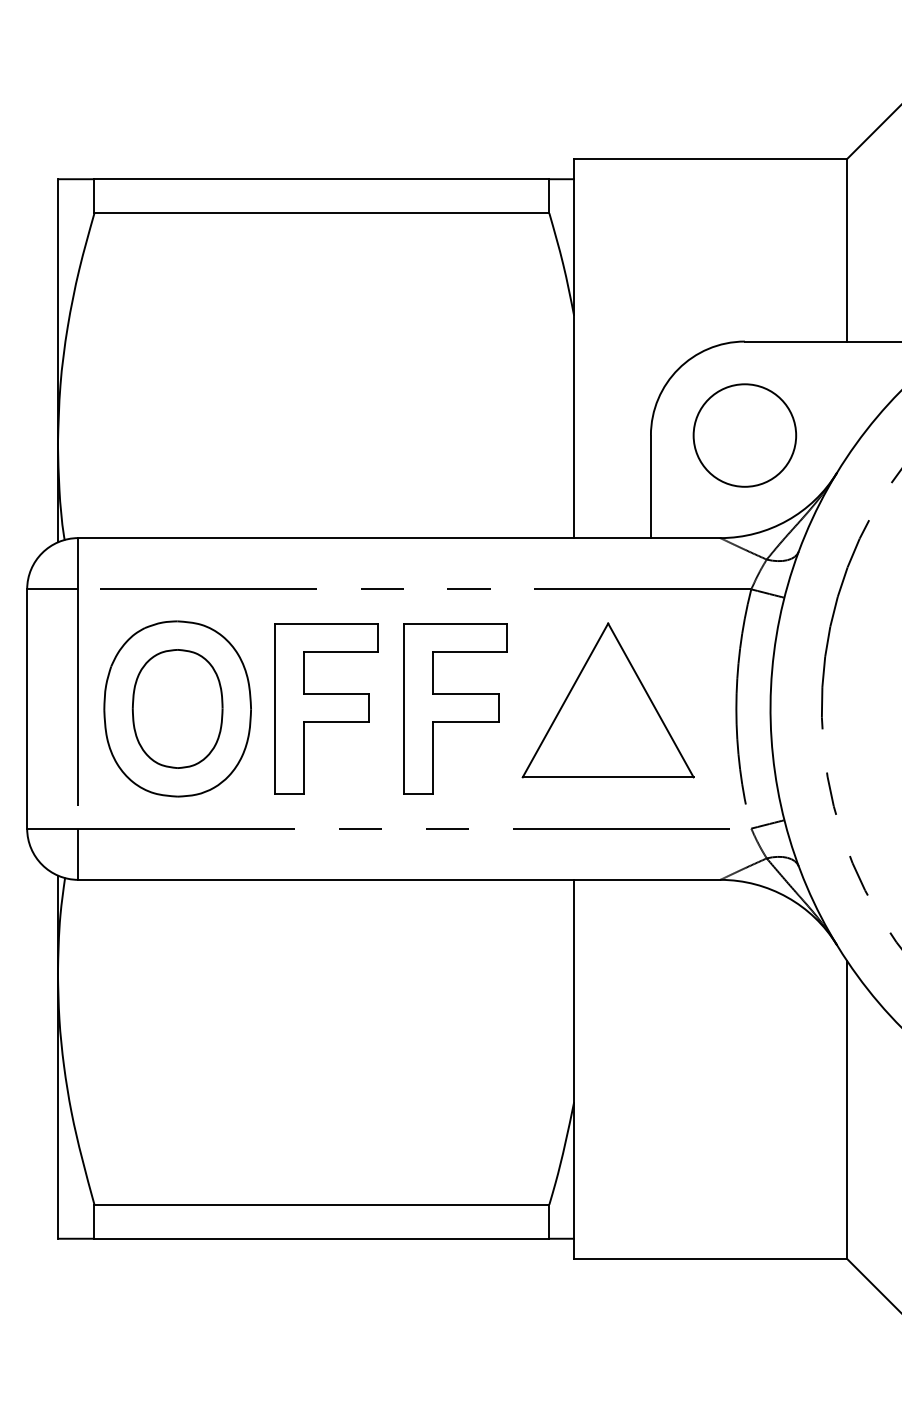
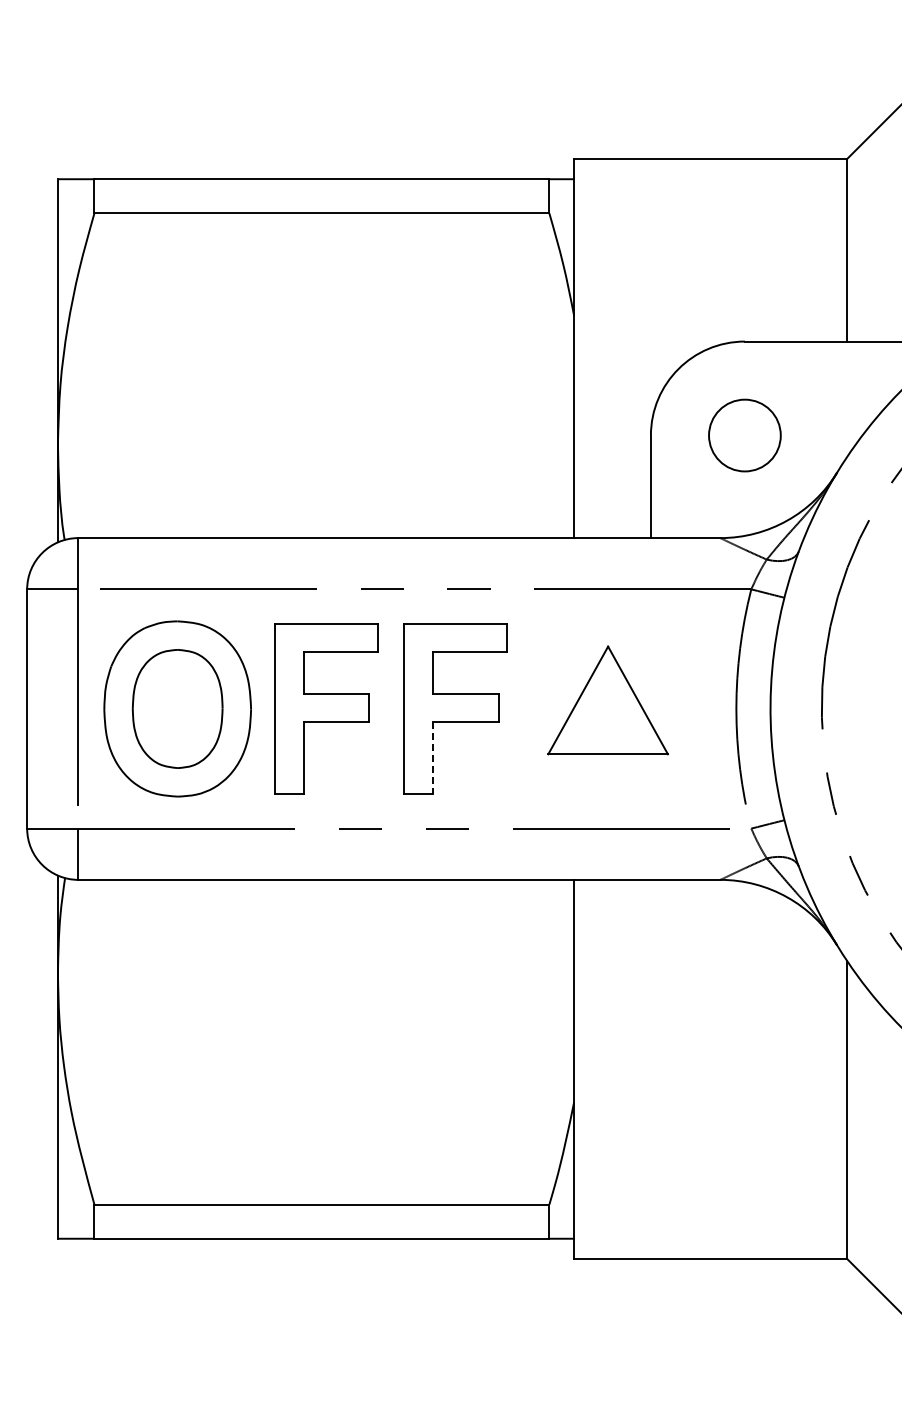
circle at (744, 435) diameter: 103 px -> 72 px
part at (607, 700) size: 174x157 px -> 122x111 px
line at (432, 758): solid -> dashed
